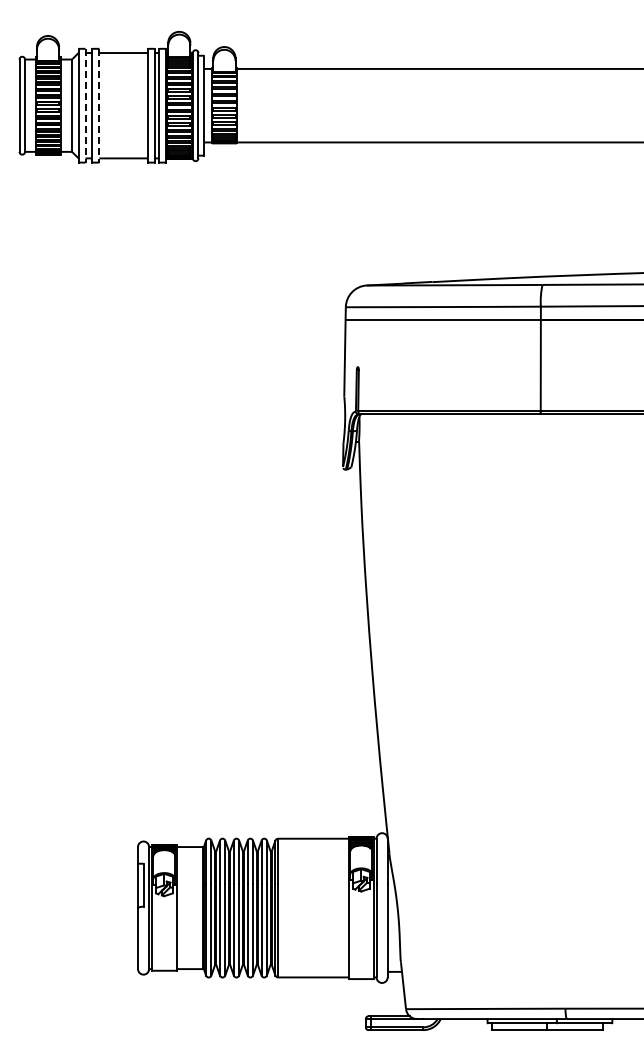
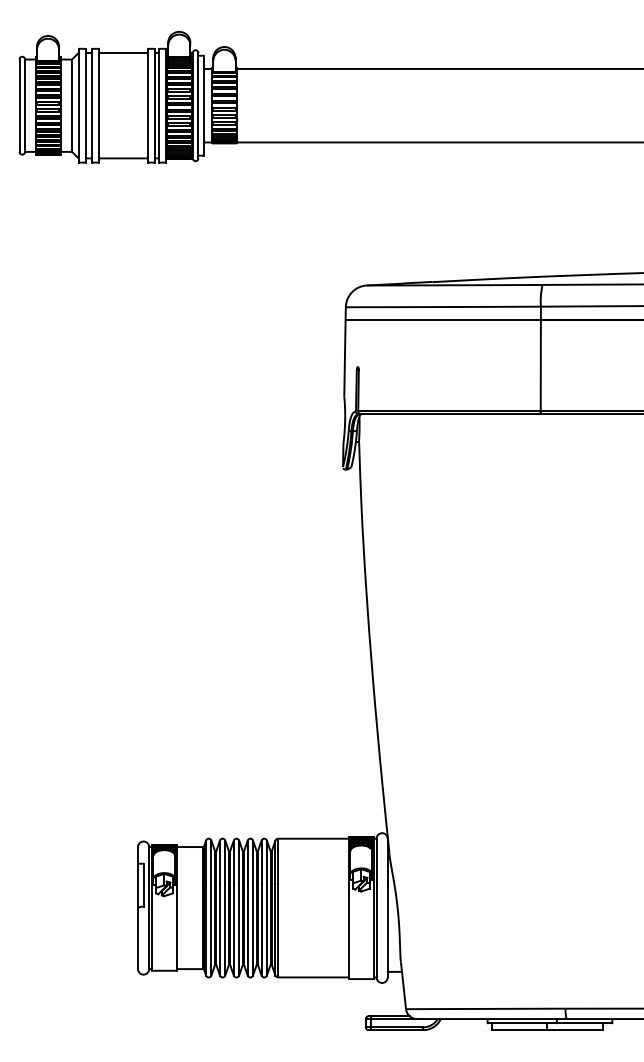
line at (85, 105): dashed -> solid
line at (99, 105): dashed -> solid
